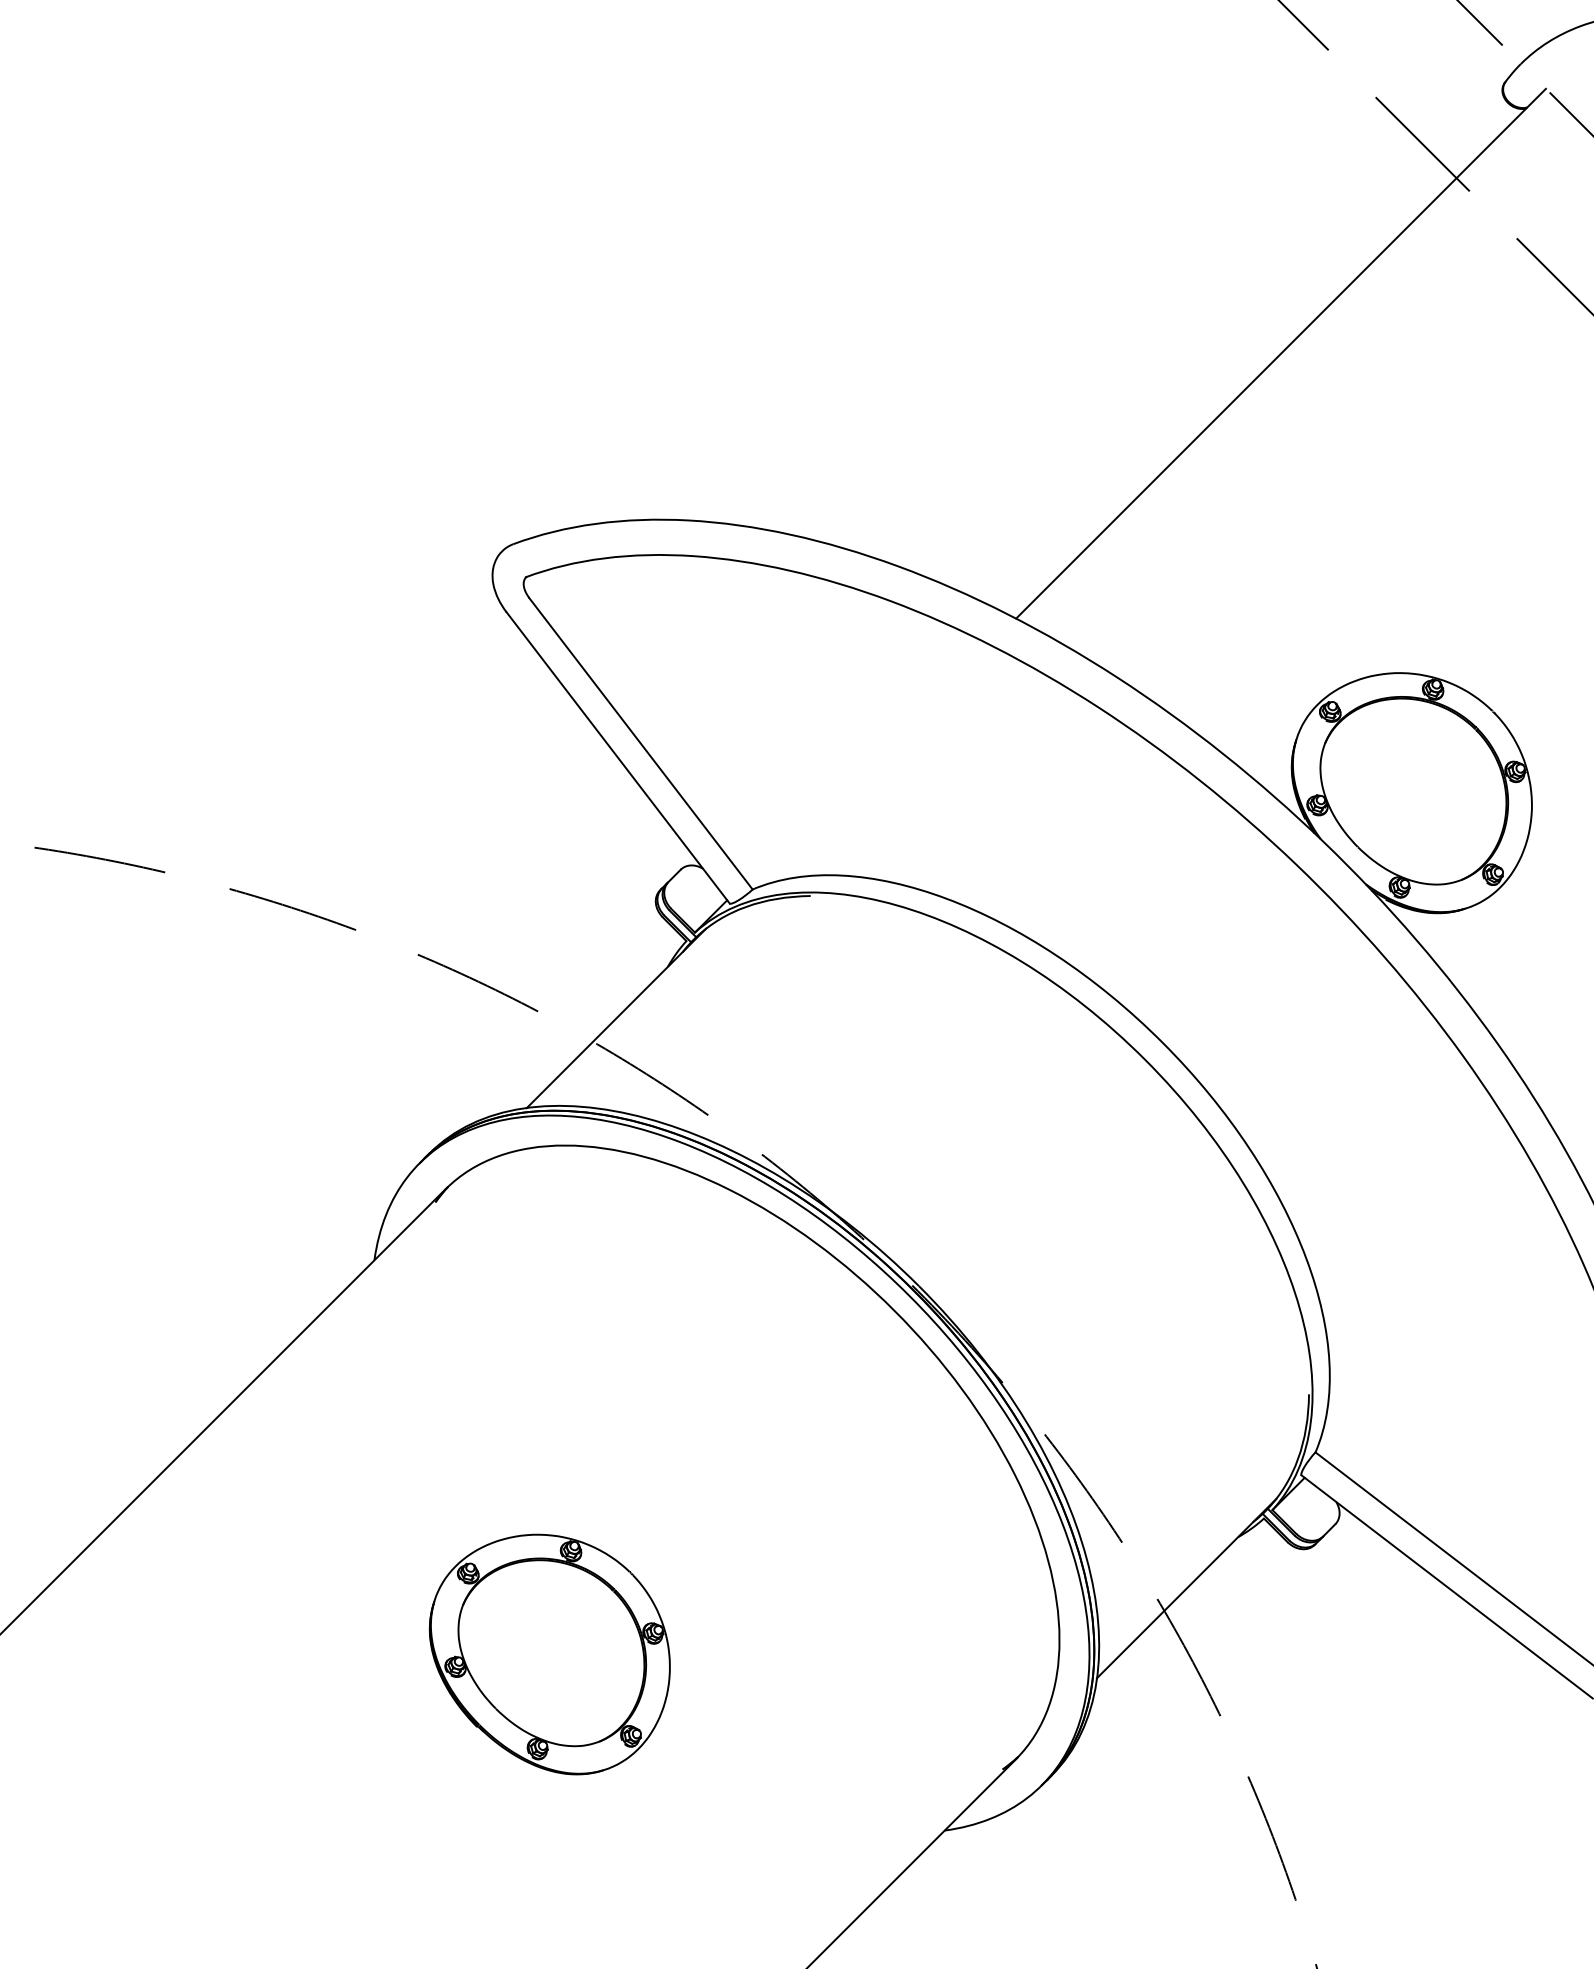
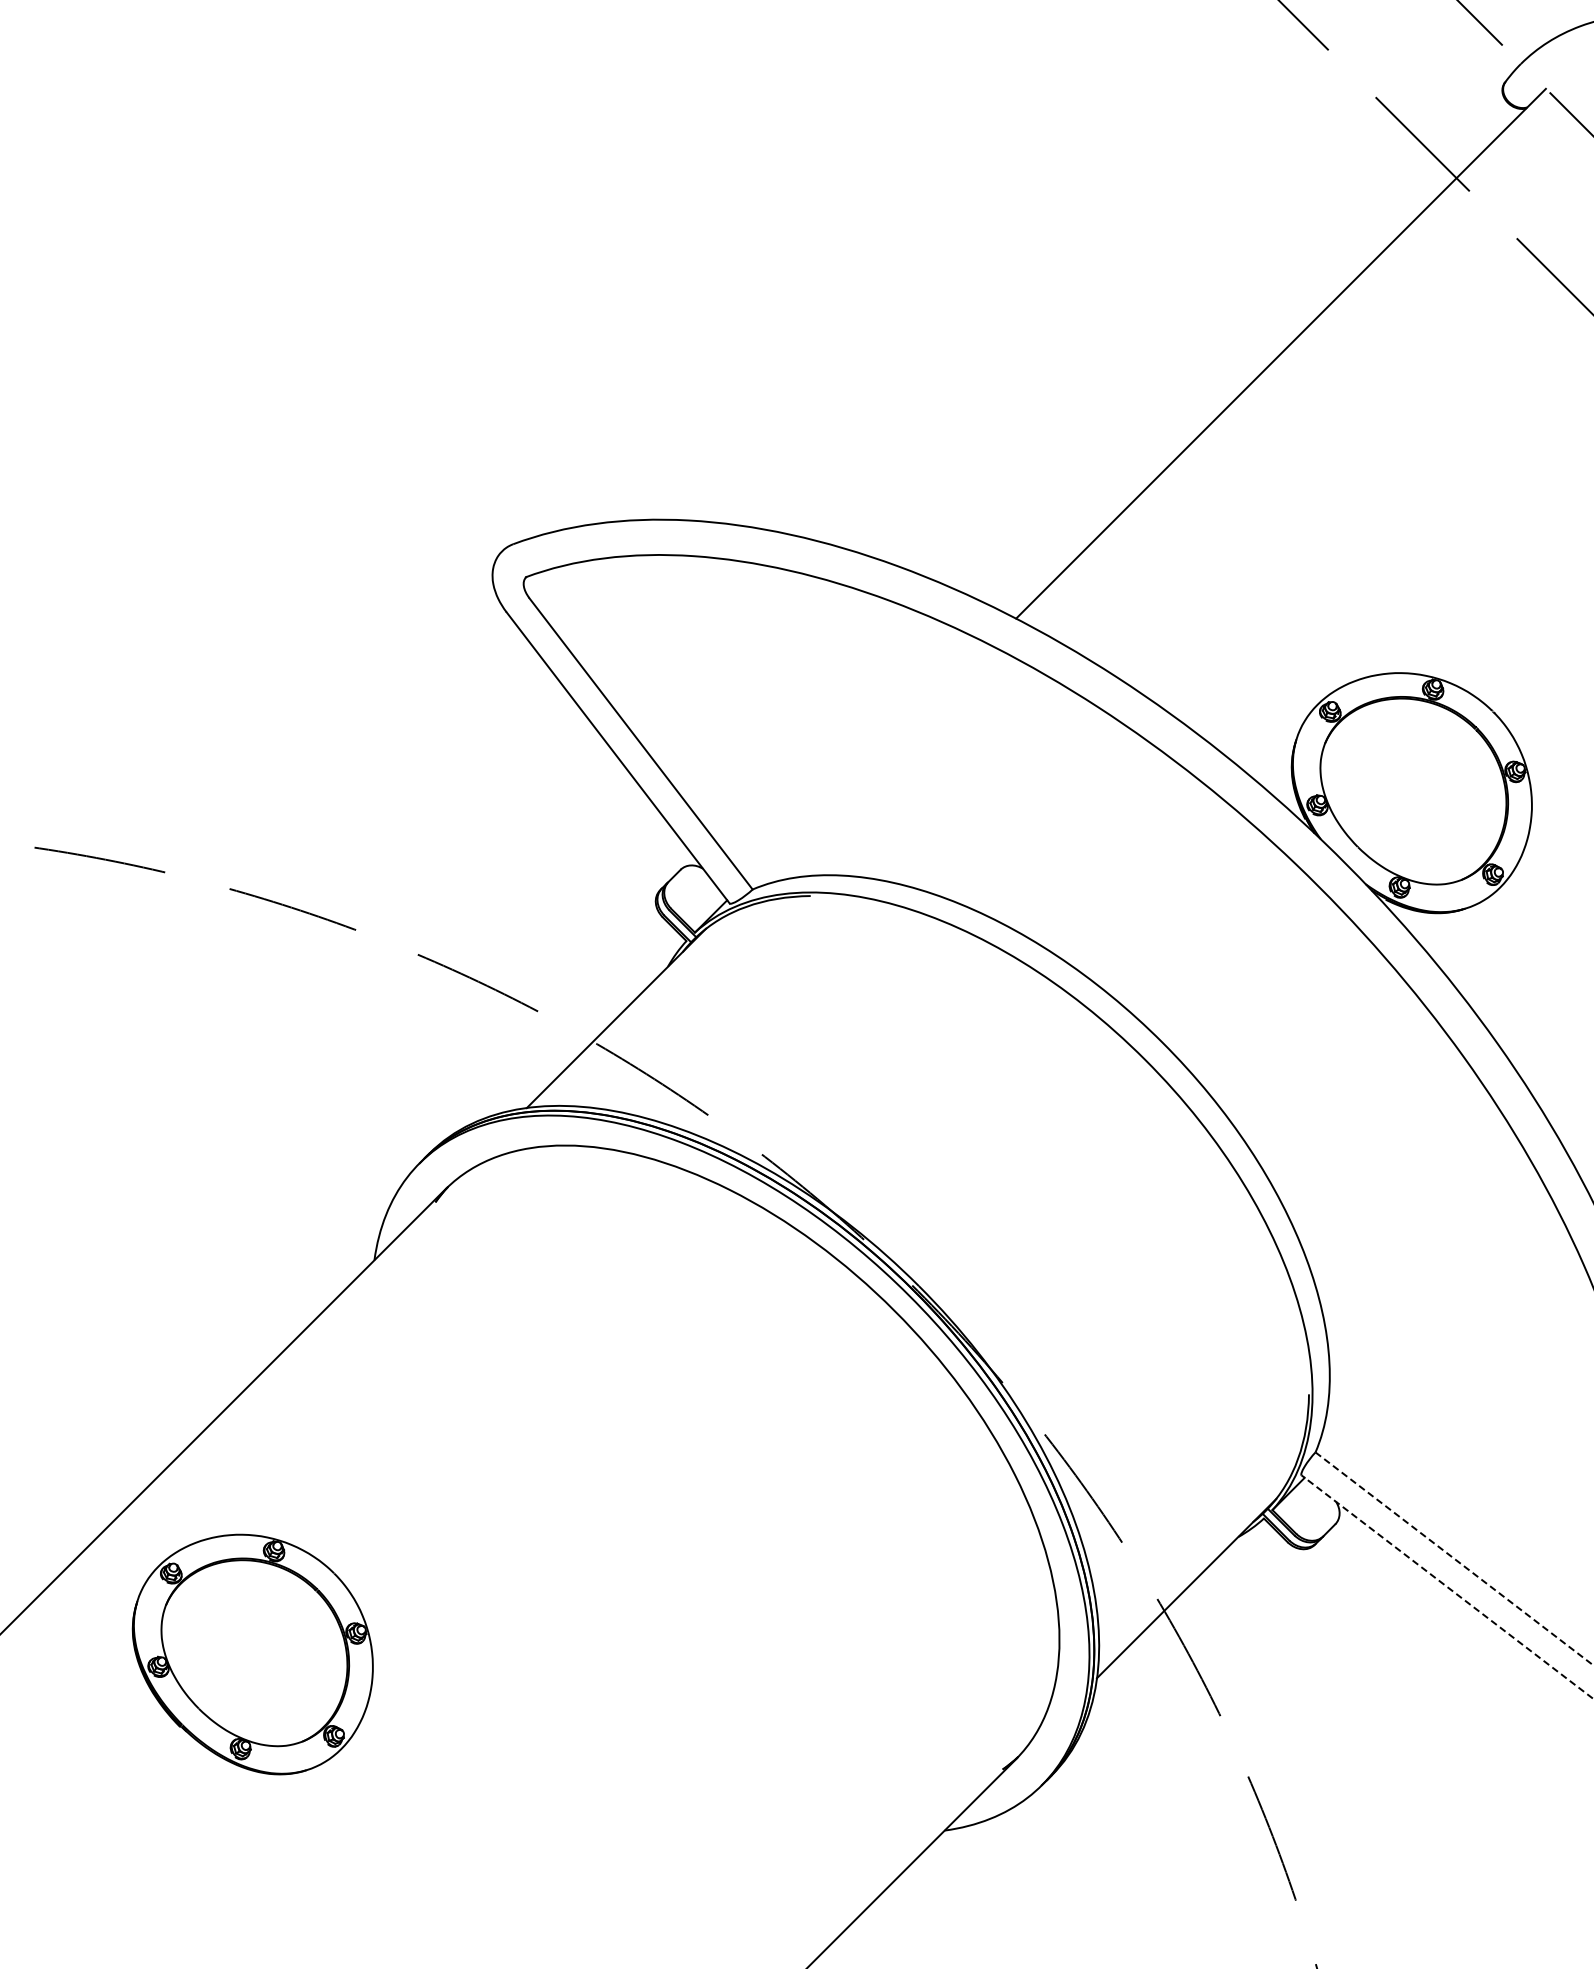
line at (1454, 1559): solid -> dashed
line at (1447, 1586): solid -> dashed
part at (549, 1654) position: (549, 1654) -> (252, 1654)
